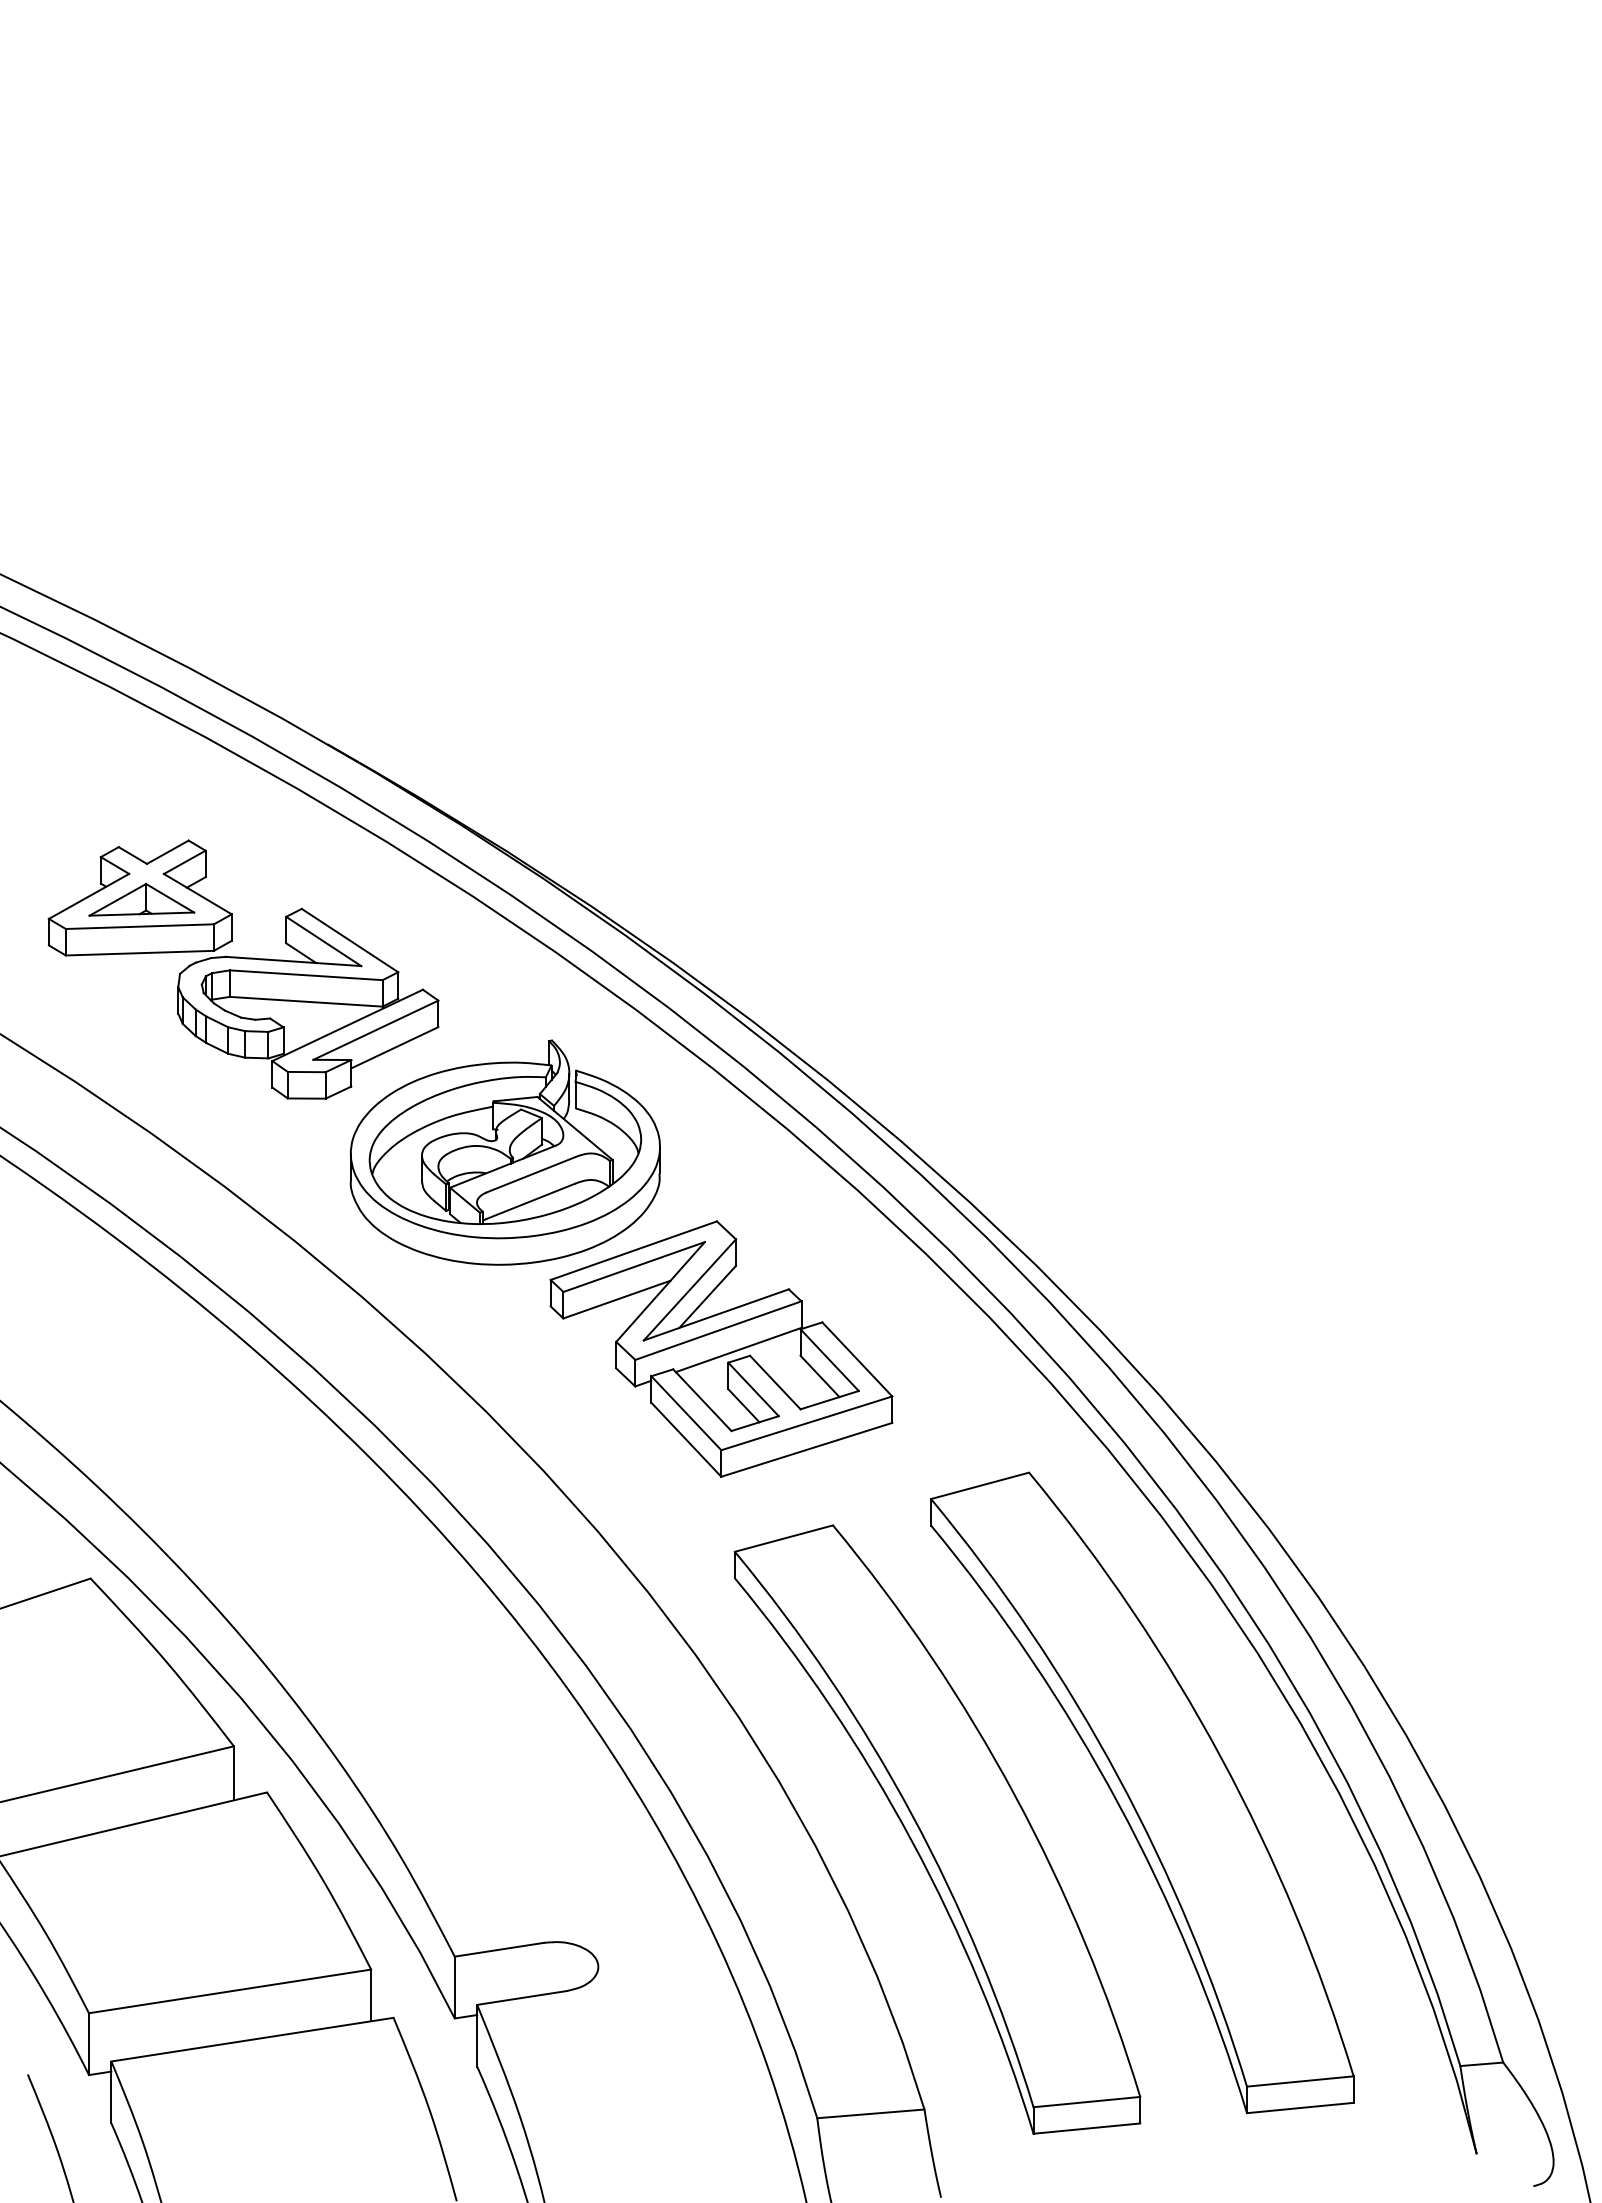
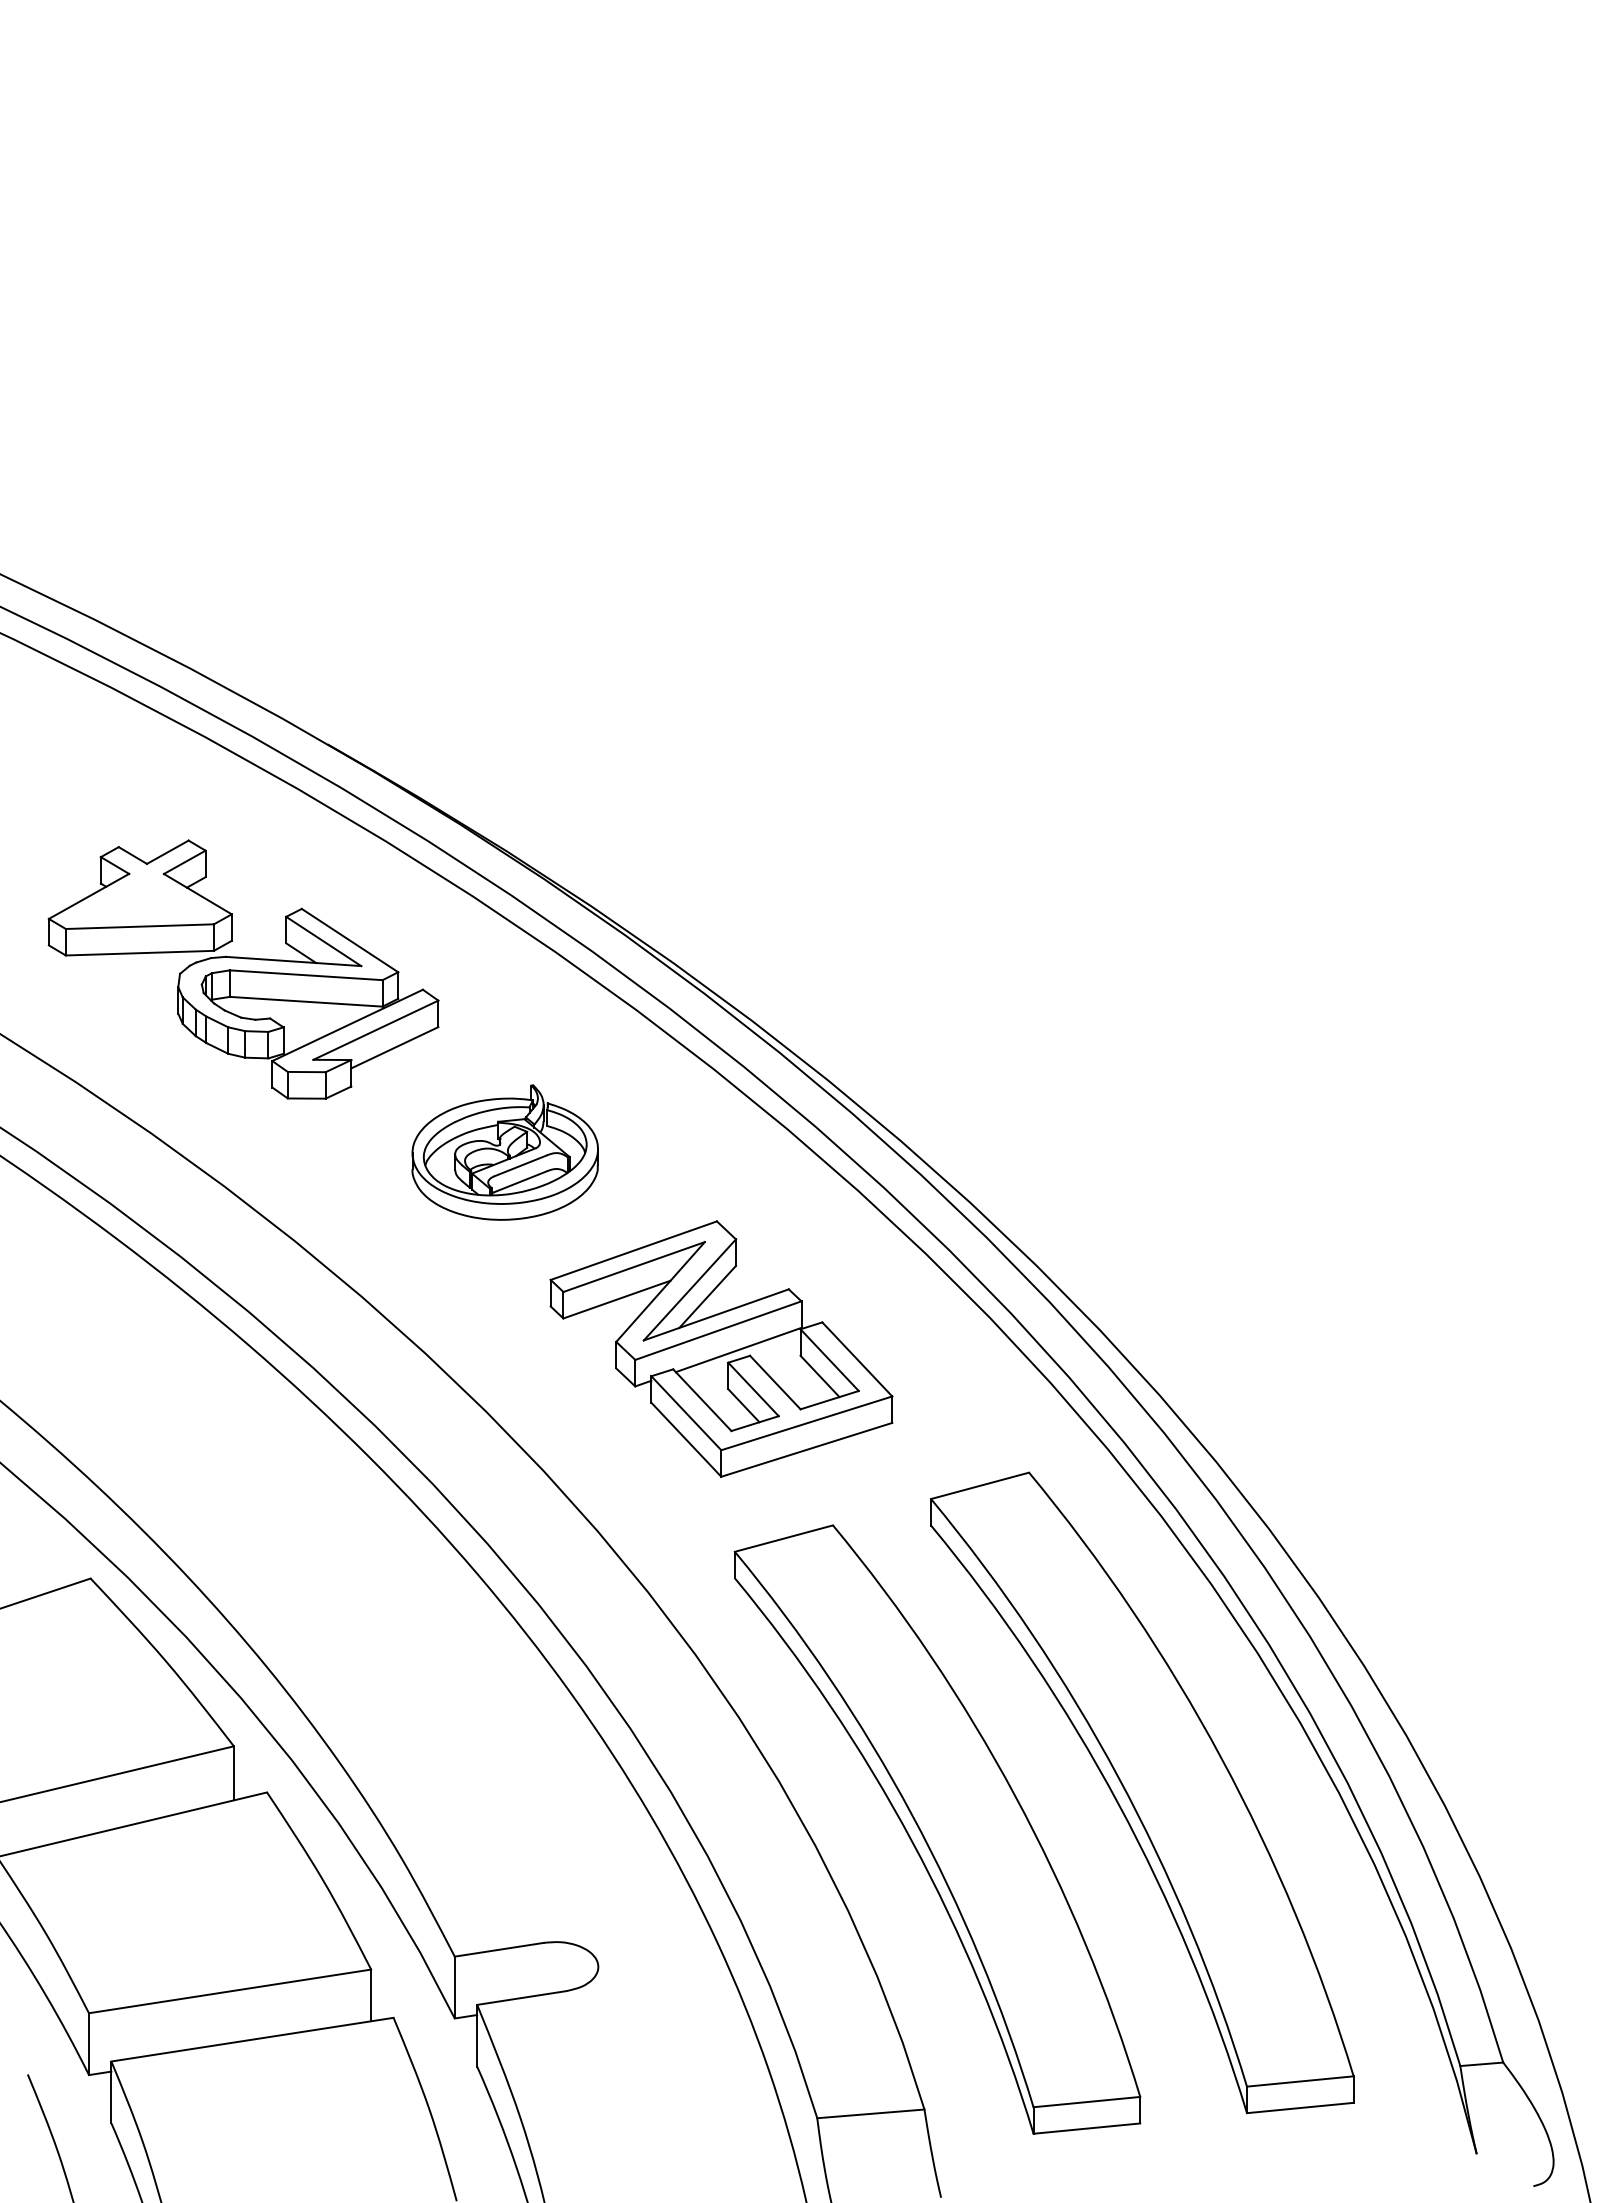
part at (141, 899): present -> none
part at (504, 1152) size: 312x227 px -> 188x137 px
